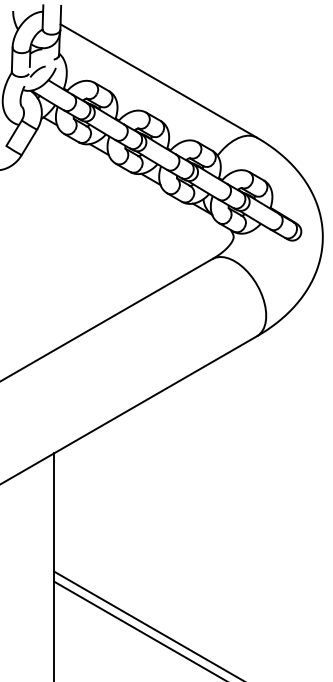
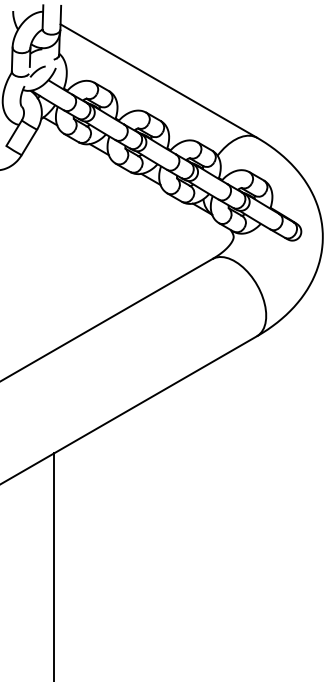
line at (147, 624): present -> none
line at (138, 629): present -> none
